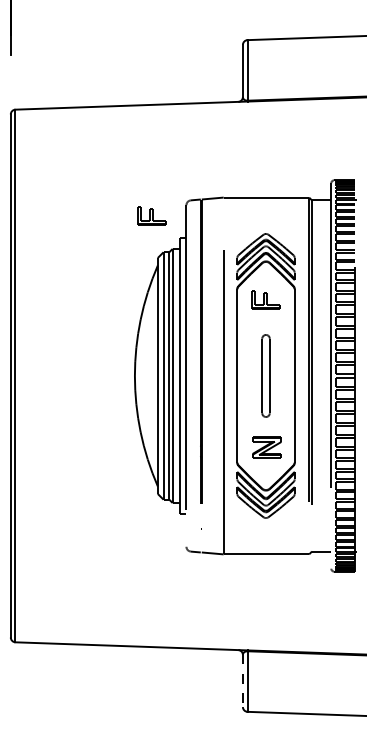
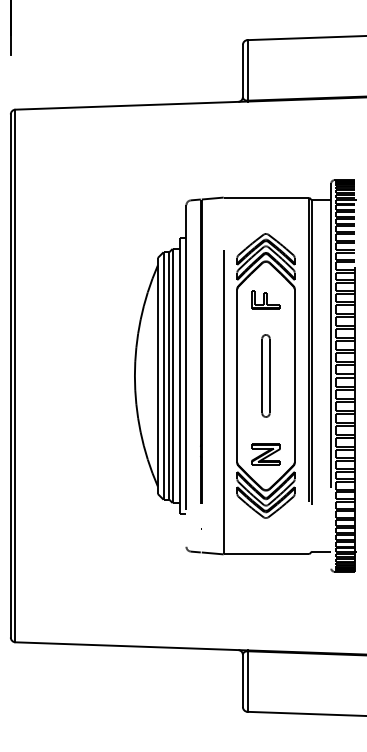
part at (151, 215): present -> none
part at (266, 447) position: (266, 447) -> (265, 454)
line at (242, 681): dashed -> solid
